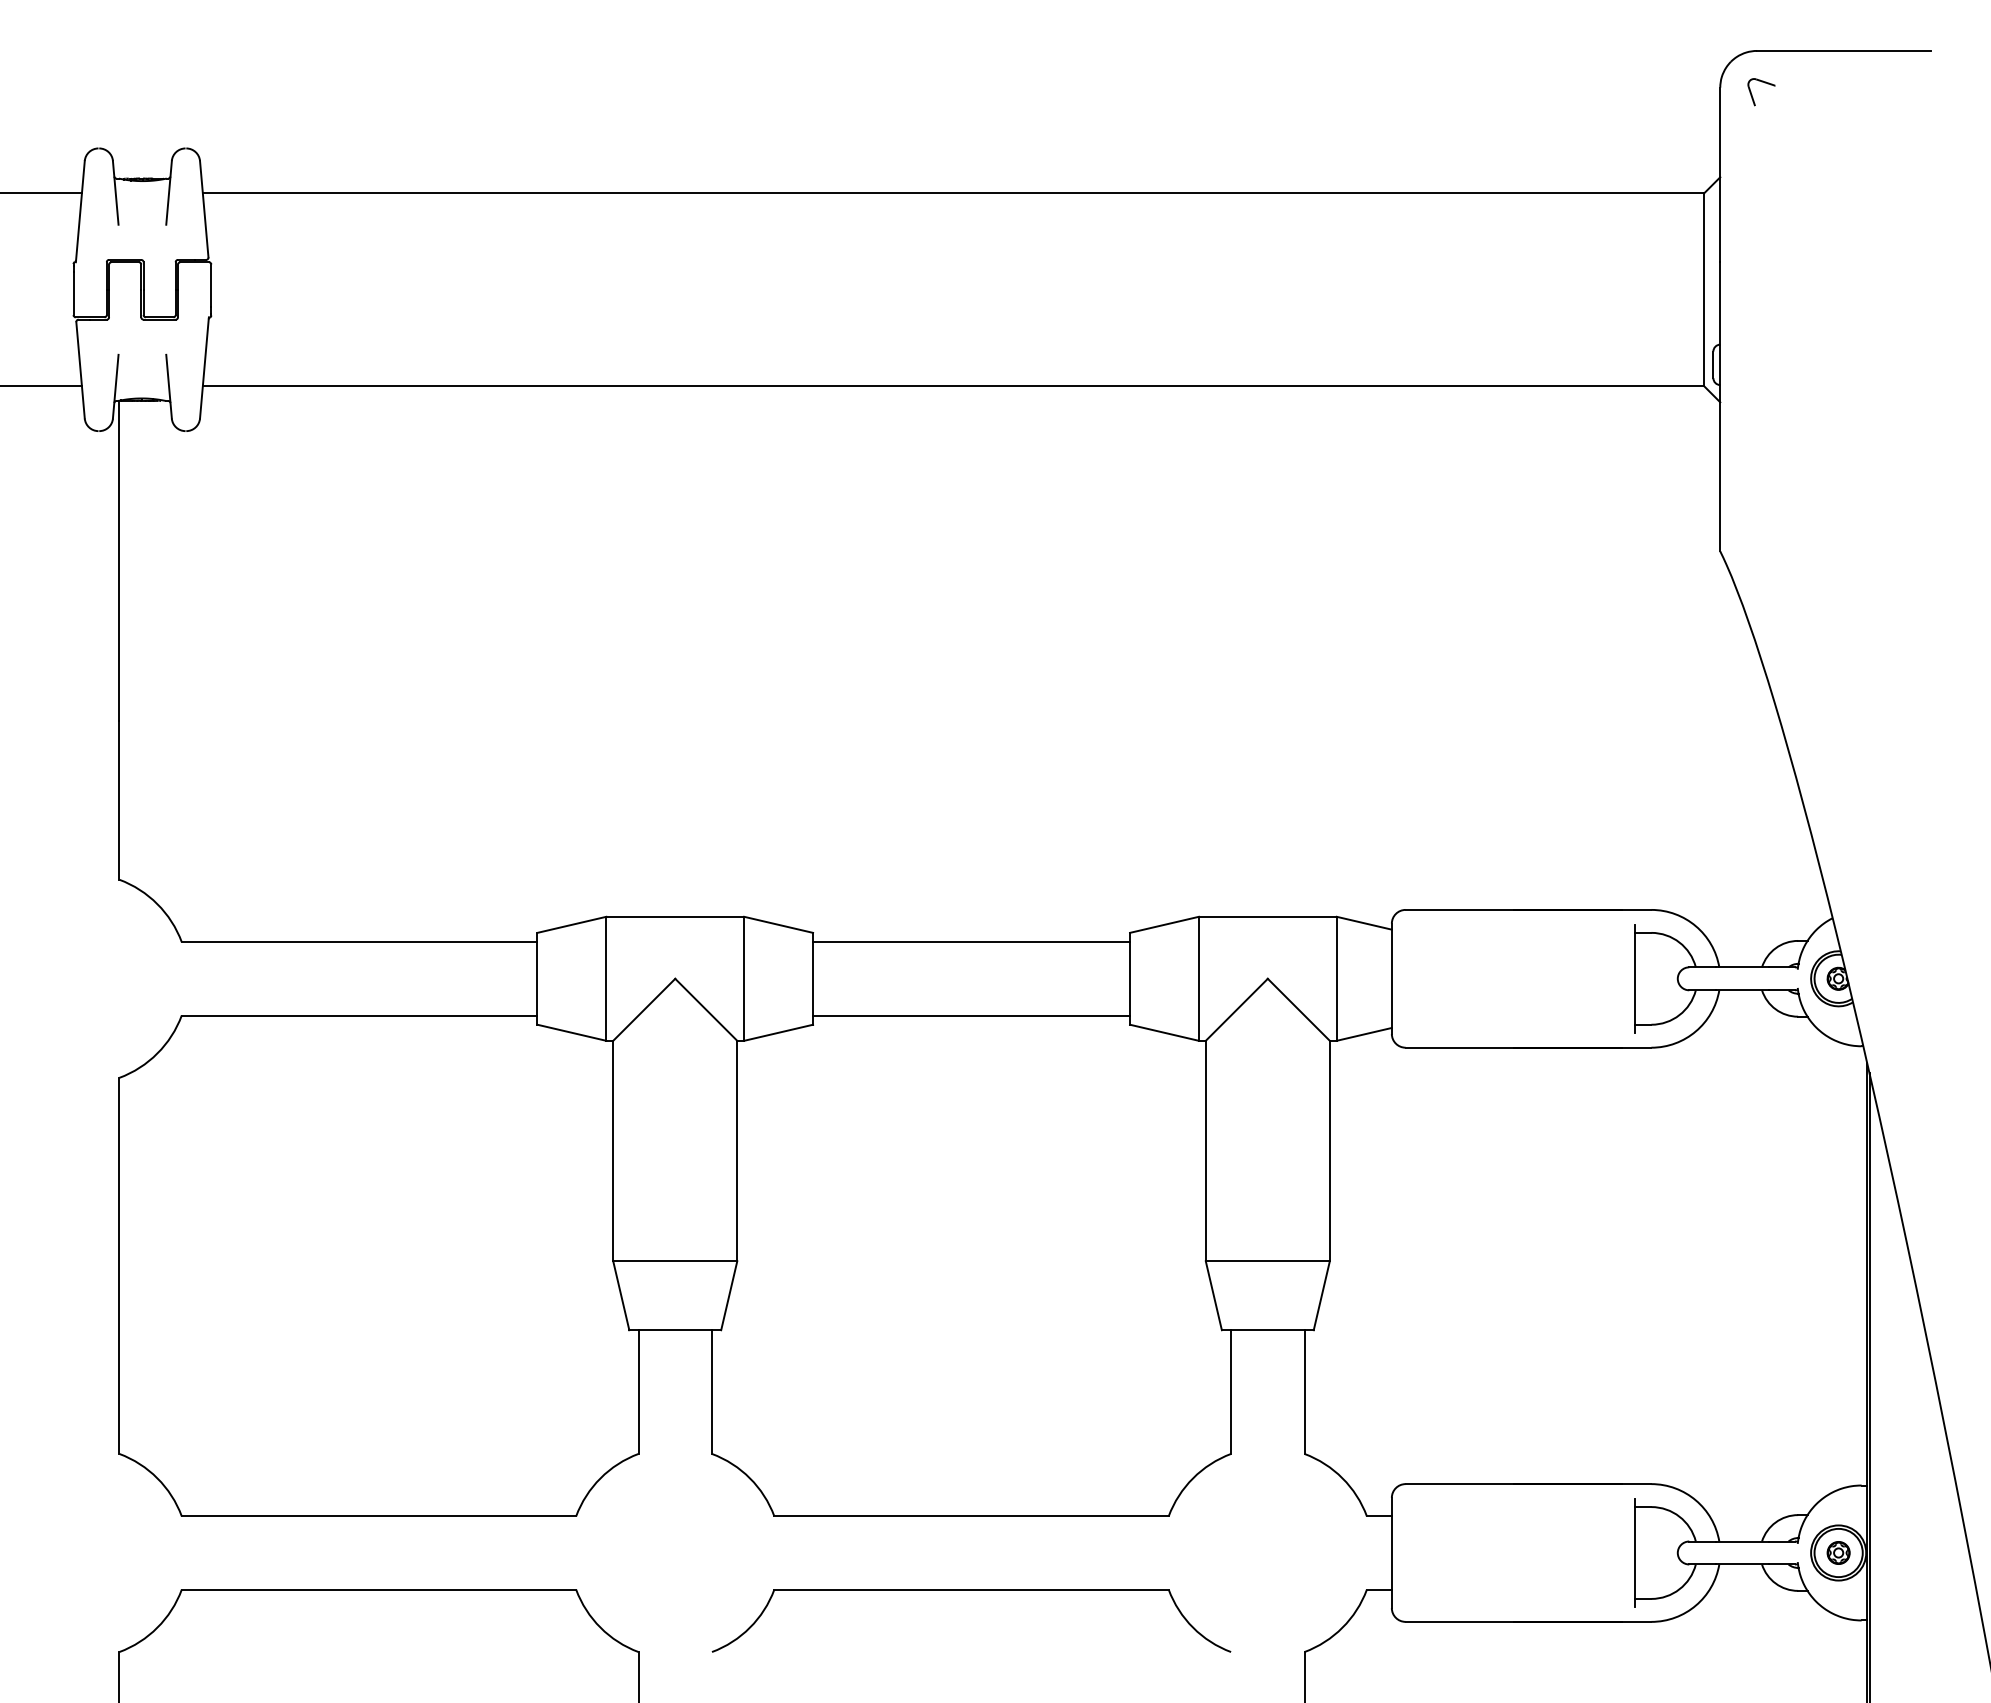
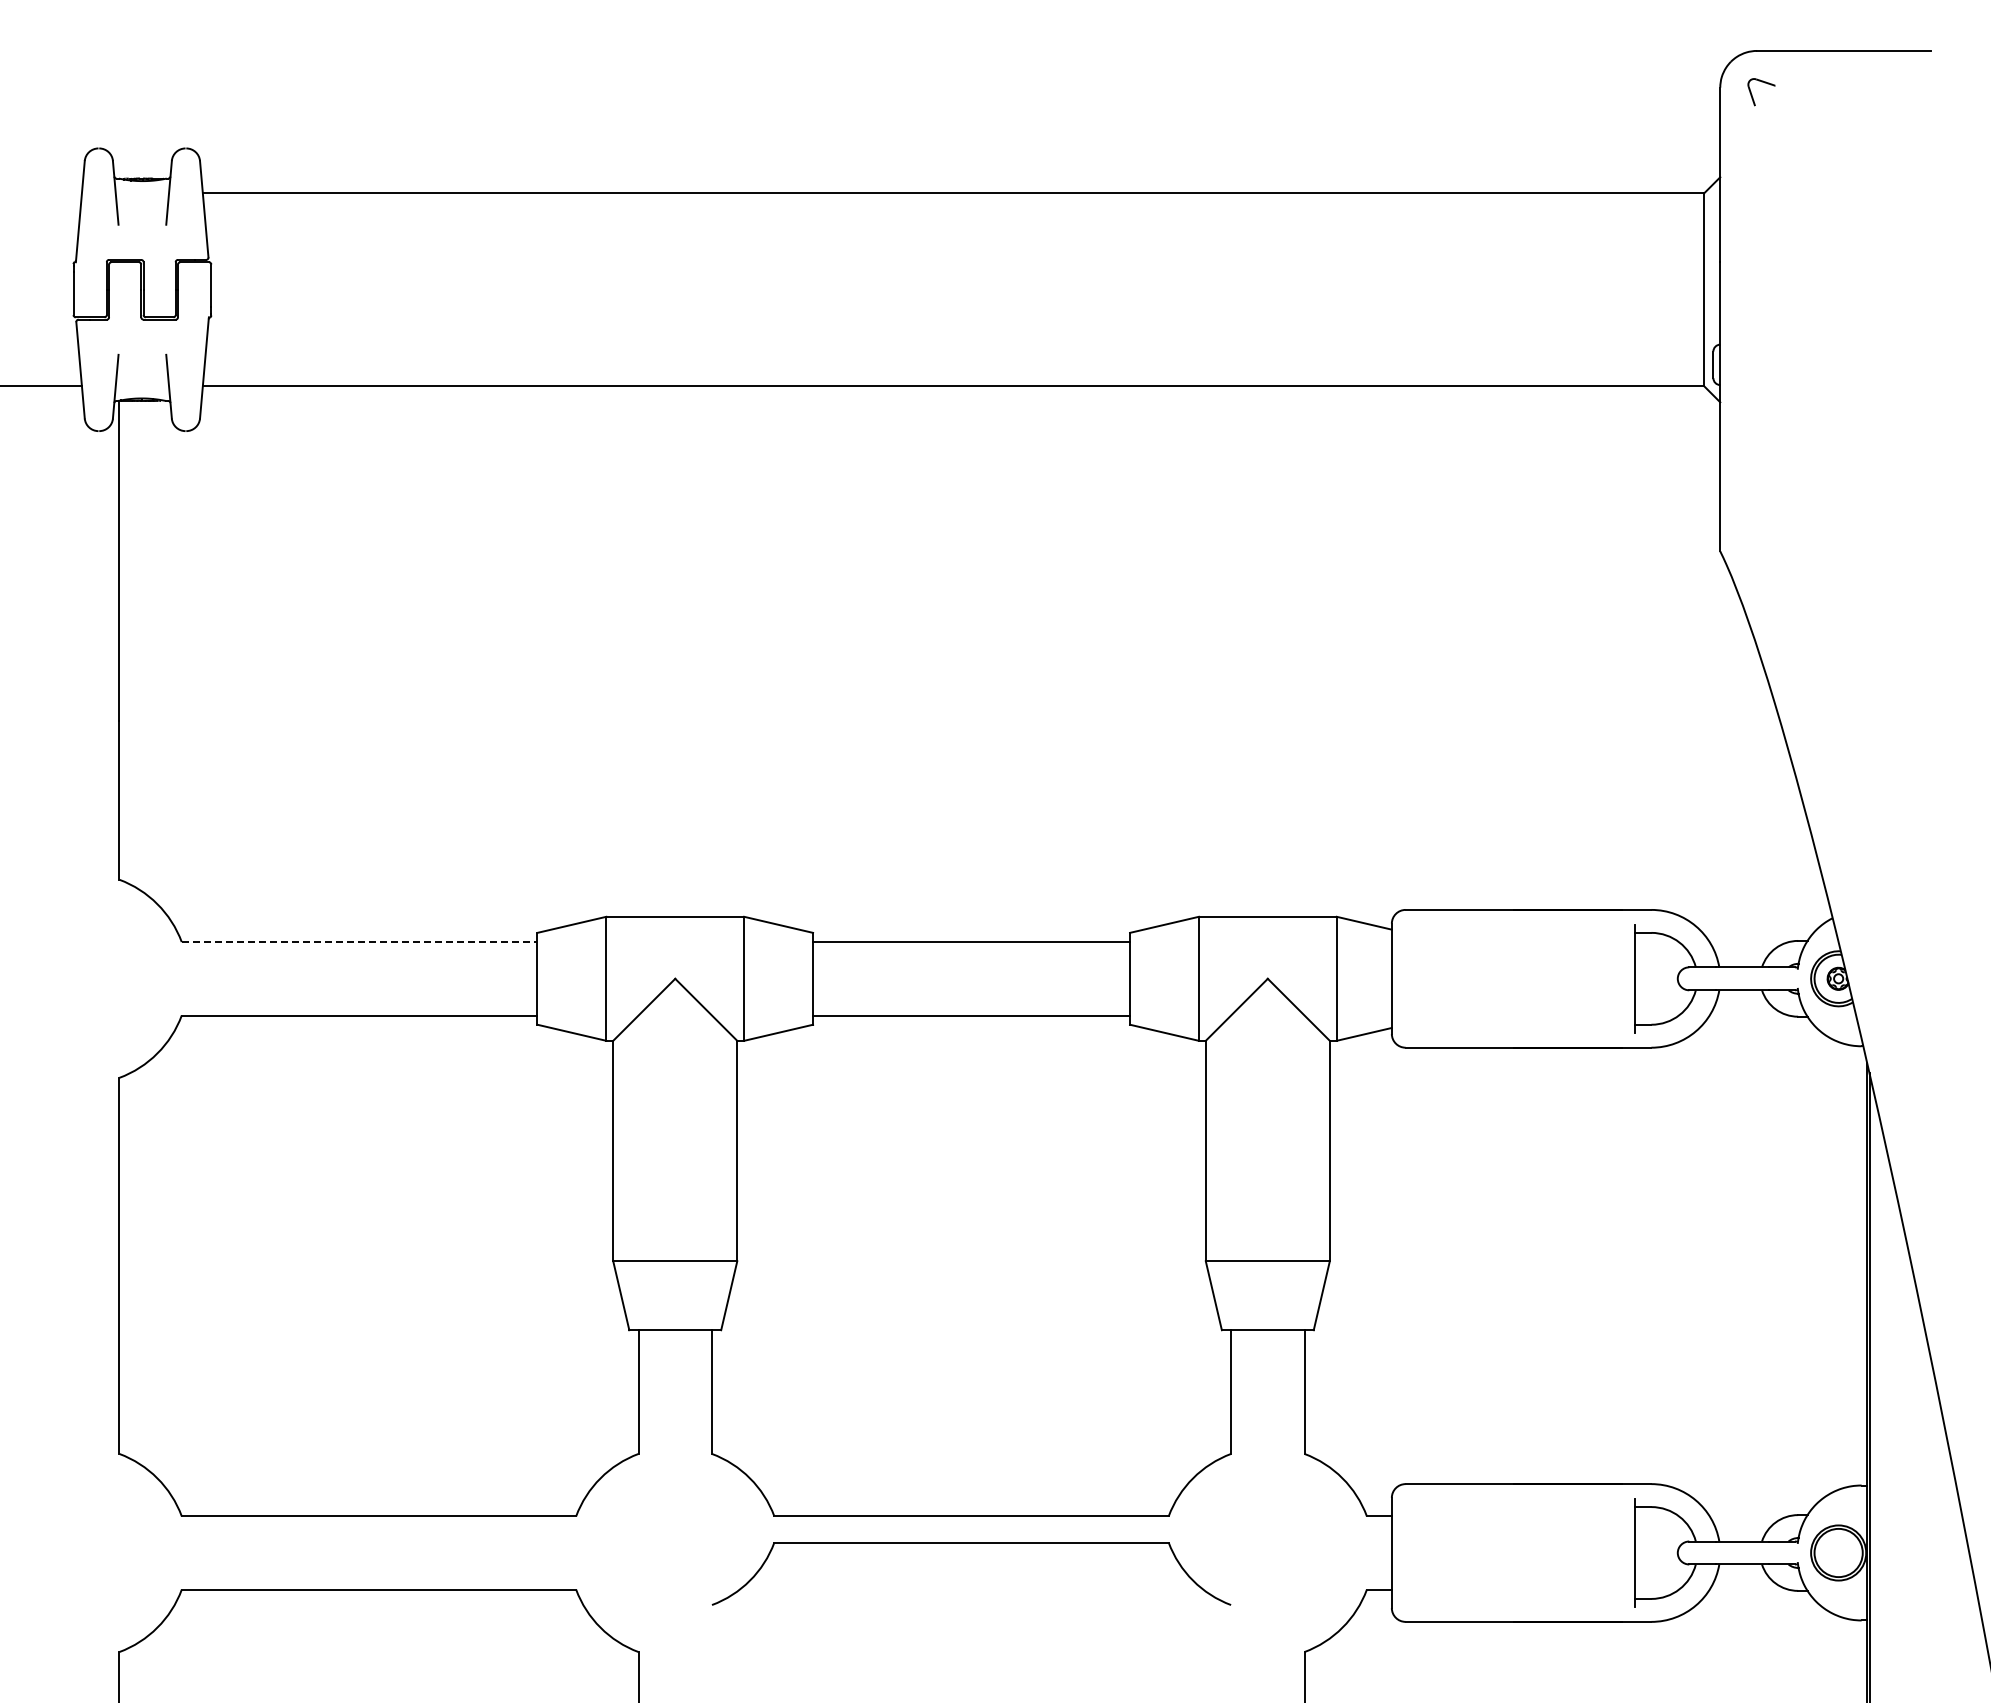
line at (41, 193): present -> none
line at (359, 942): solid -> dashed
part at (1838, 1552): present -> none
part at (971, 1590) position: (971, 1590) -> (971, 1543)
